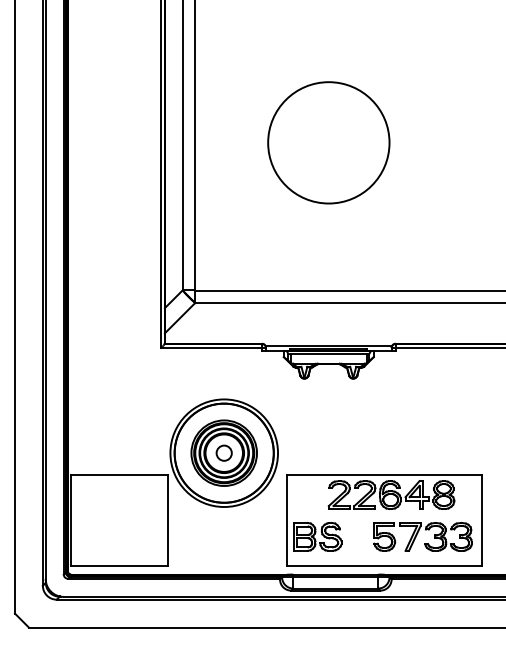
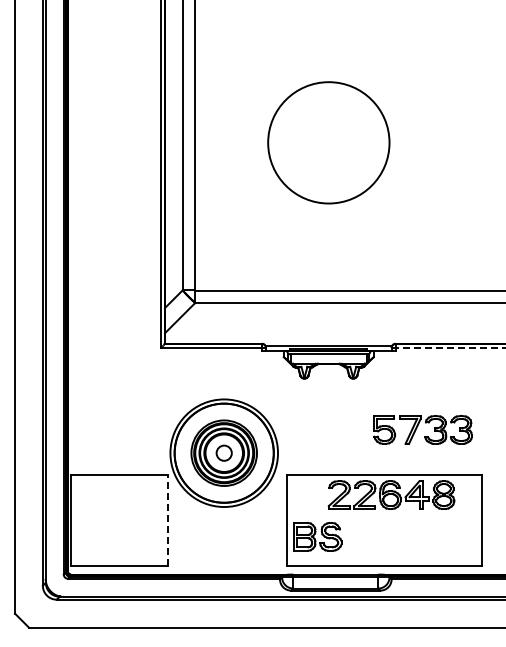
line at (448, 348): solid -> dashed
line at (168, 519): solid -> dashed
part at (422, 536) position: (422, 536) -> (422, 429)
